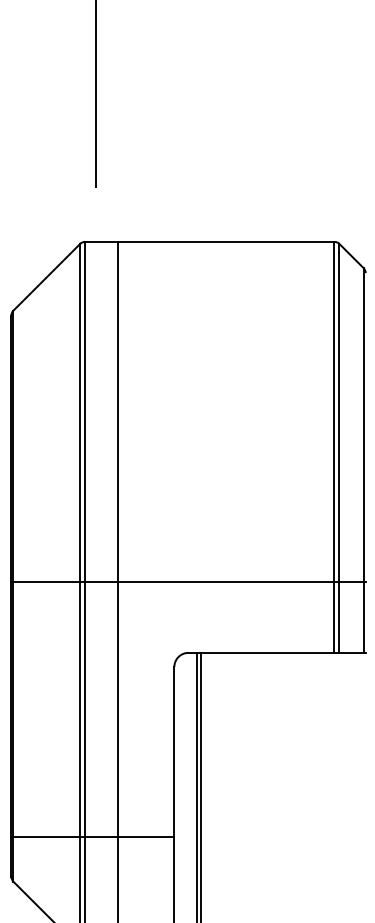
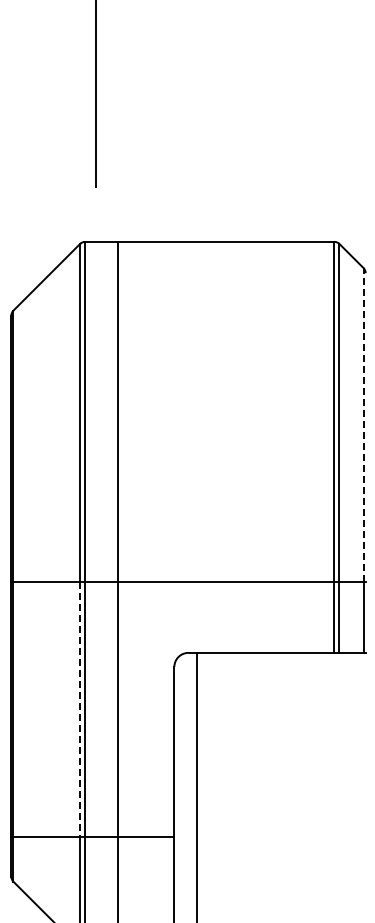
line at (363, 425): solid -> dashed
line at (80, 709): solid -> dashed
line at (201, 785): present -> none
